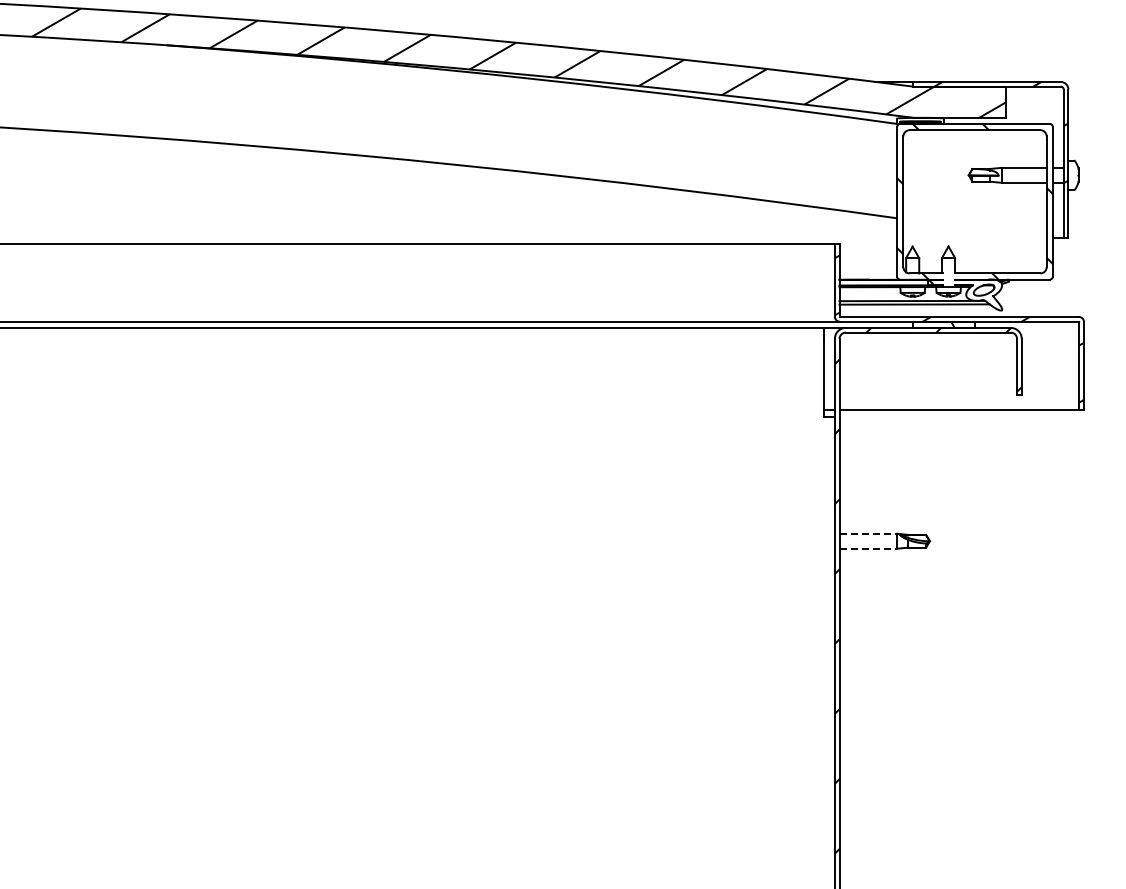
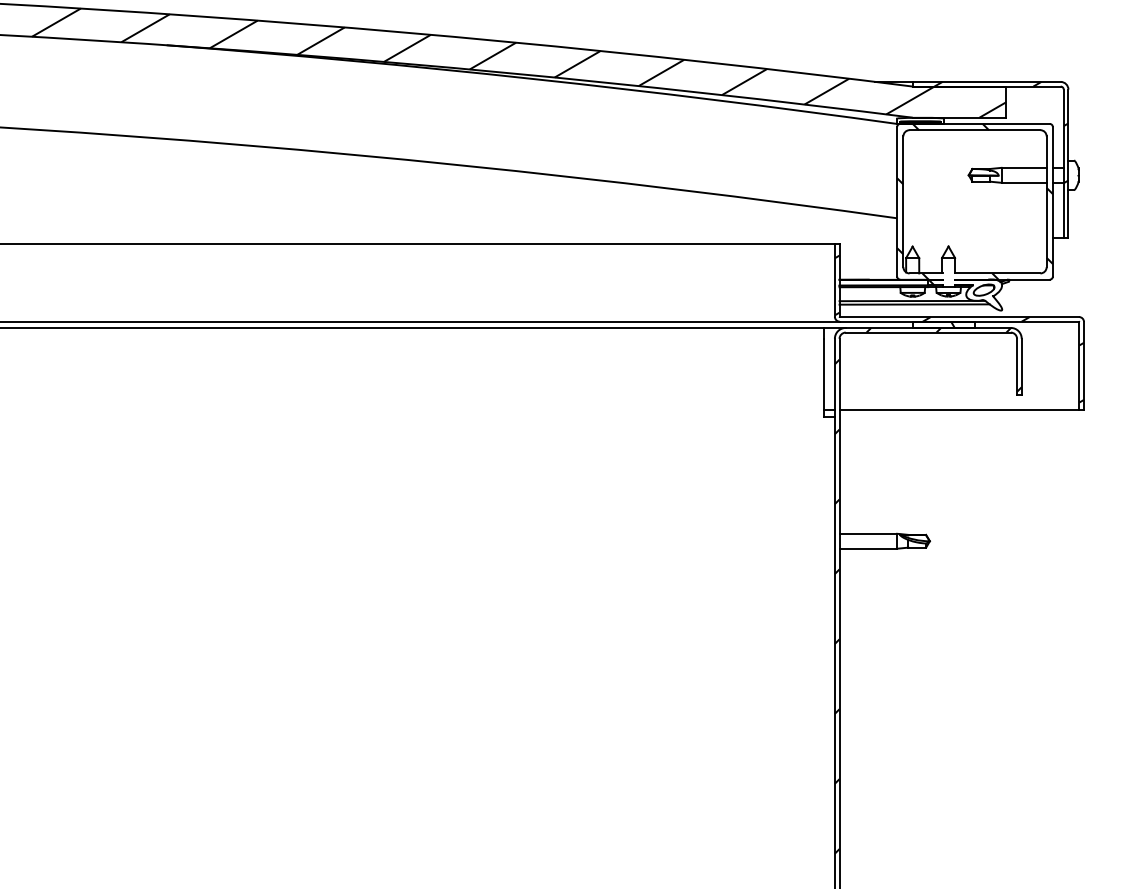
line at (868, 533): dashed -> solid
line at (868, 548): dashed -> solid
